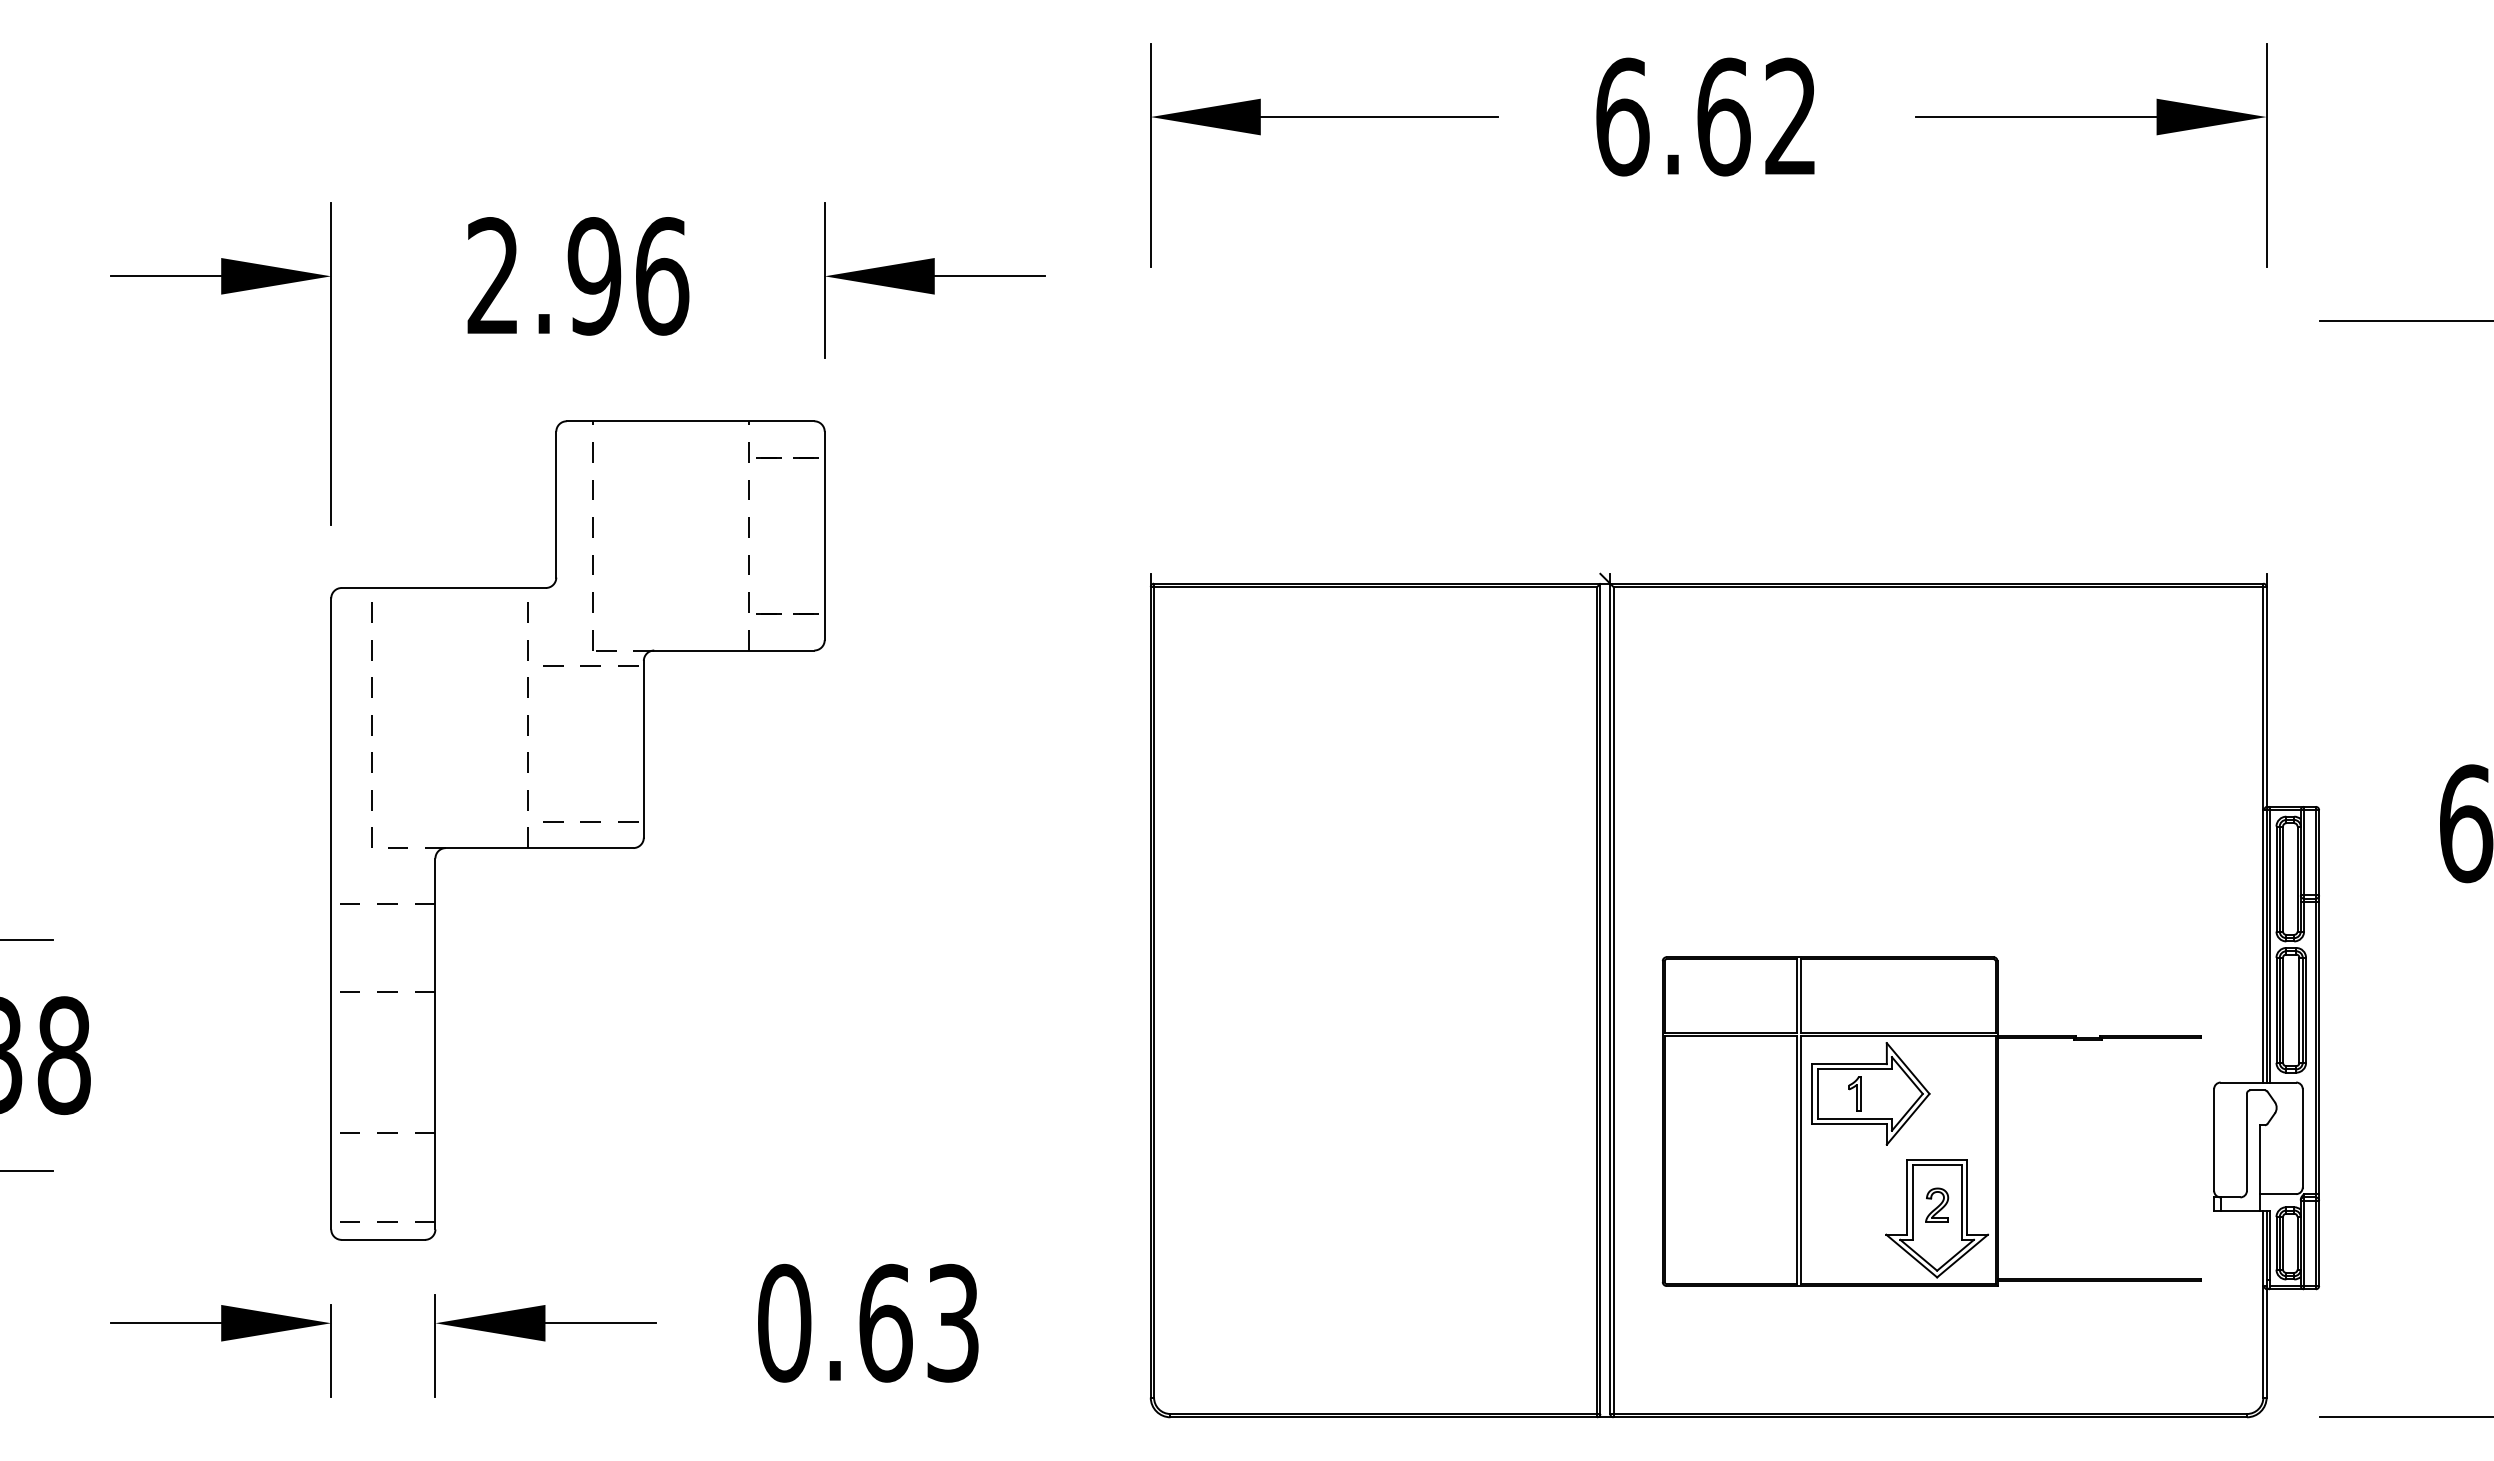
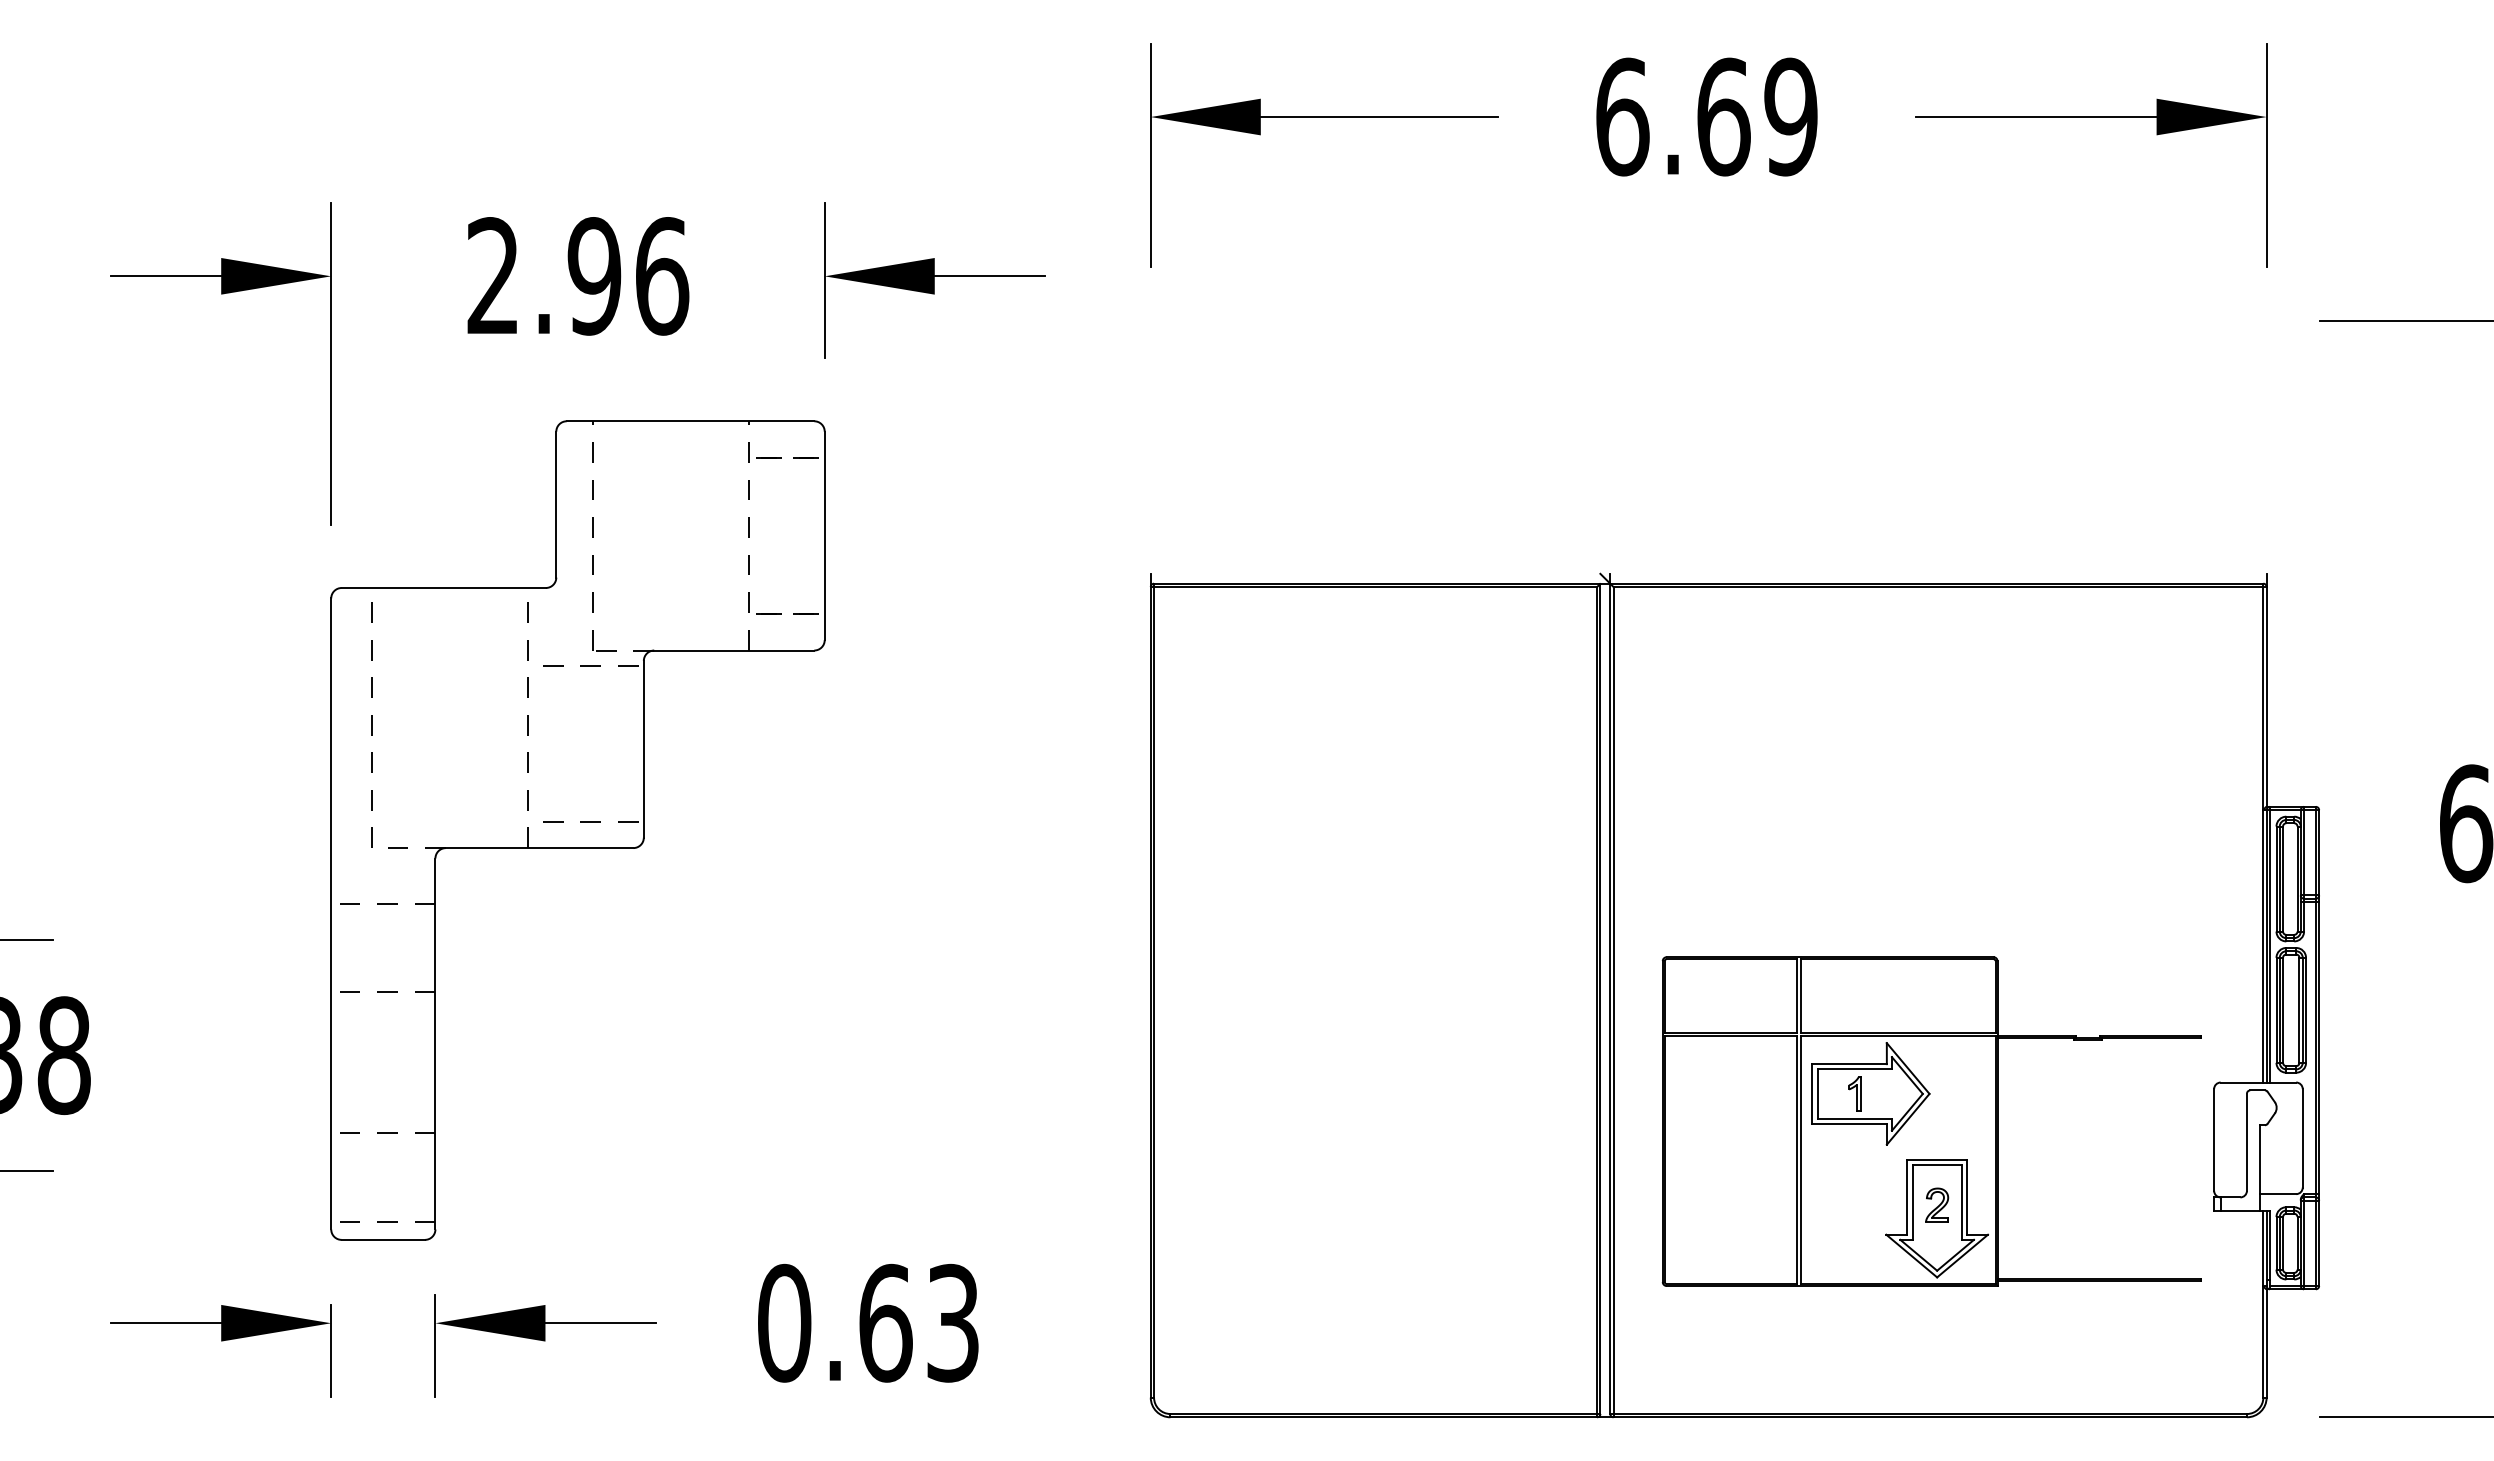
text at (1790, 116): 6.62 -> 6.69
